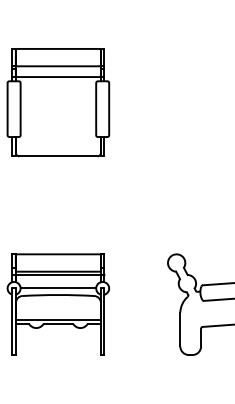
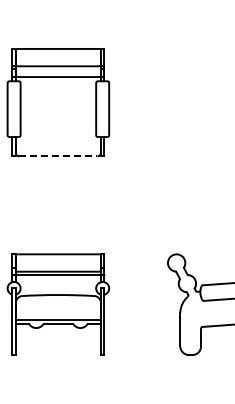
line at (58, 156): solid -> dashed
line at (58, 288): present -> none
